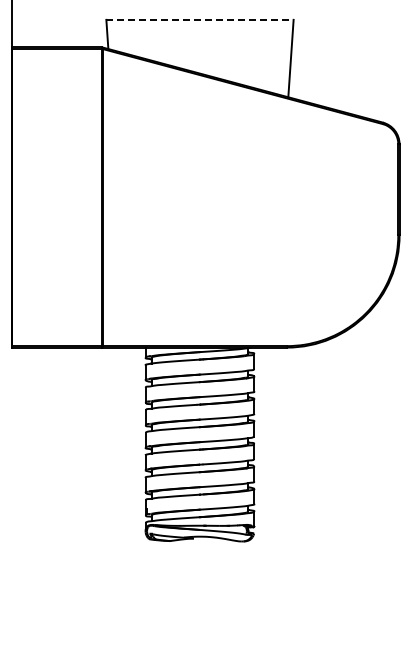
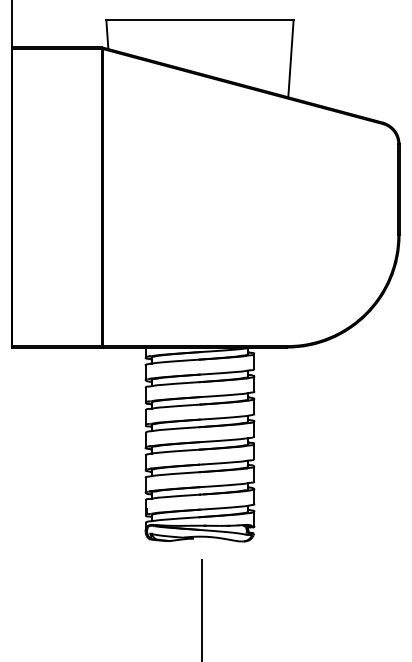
line at (199, 19): dashed -> solid
line at (202, 608): none -> present
